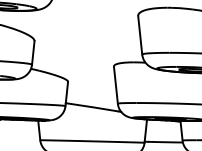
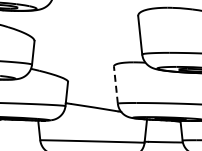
line at (115, 85): solid -> dashed
